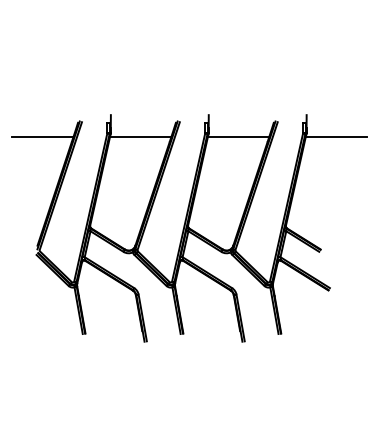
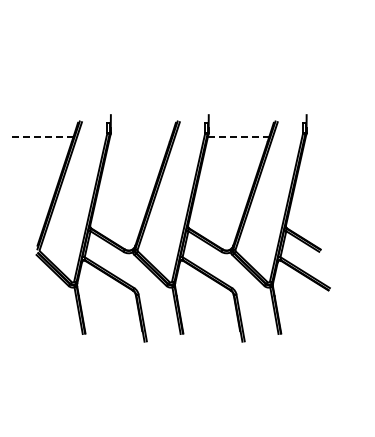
line at (42, 137): solid -> dashed
line at (140, 137): present -> none
line at (238, 137): solid -> dashed
line at (335, 137): present -> none
